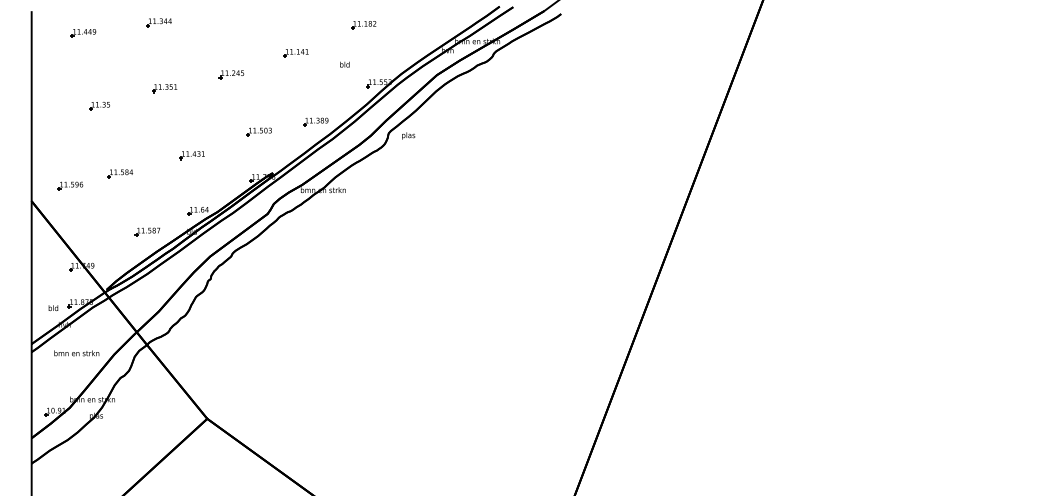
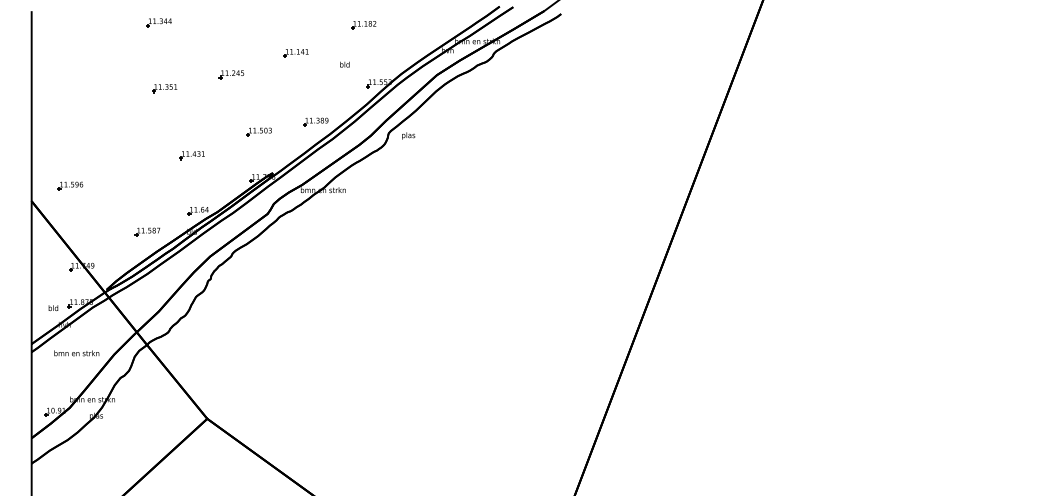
part at (83, 33): present -> none
part at (99, 106): present -> none
part at (119, 173): present -> none
